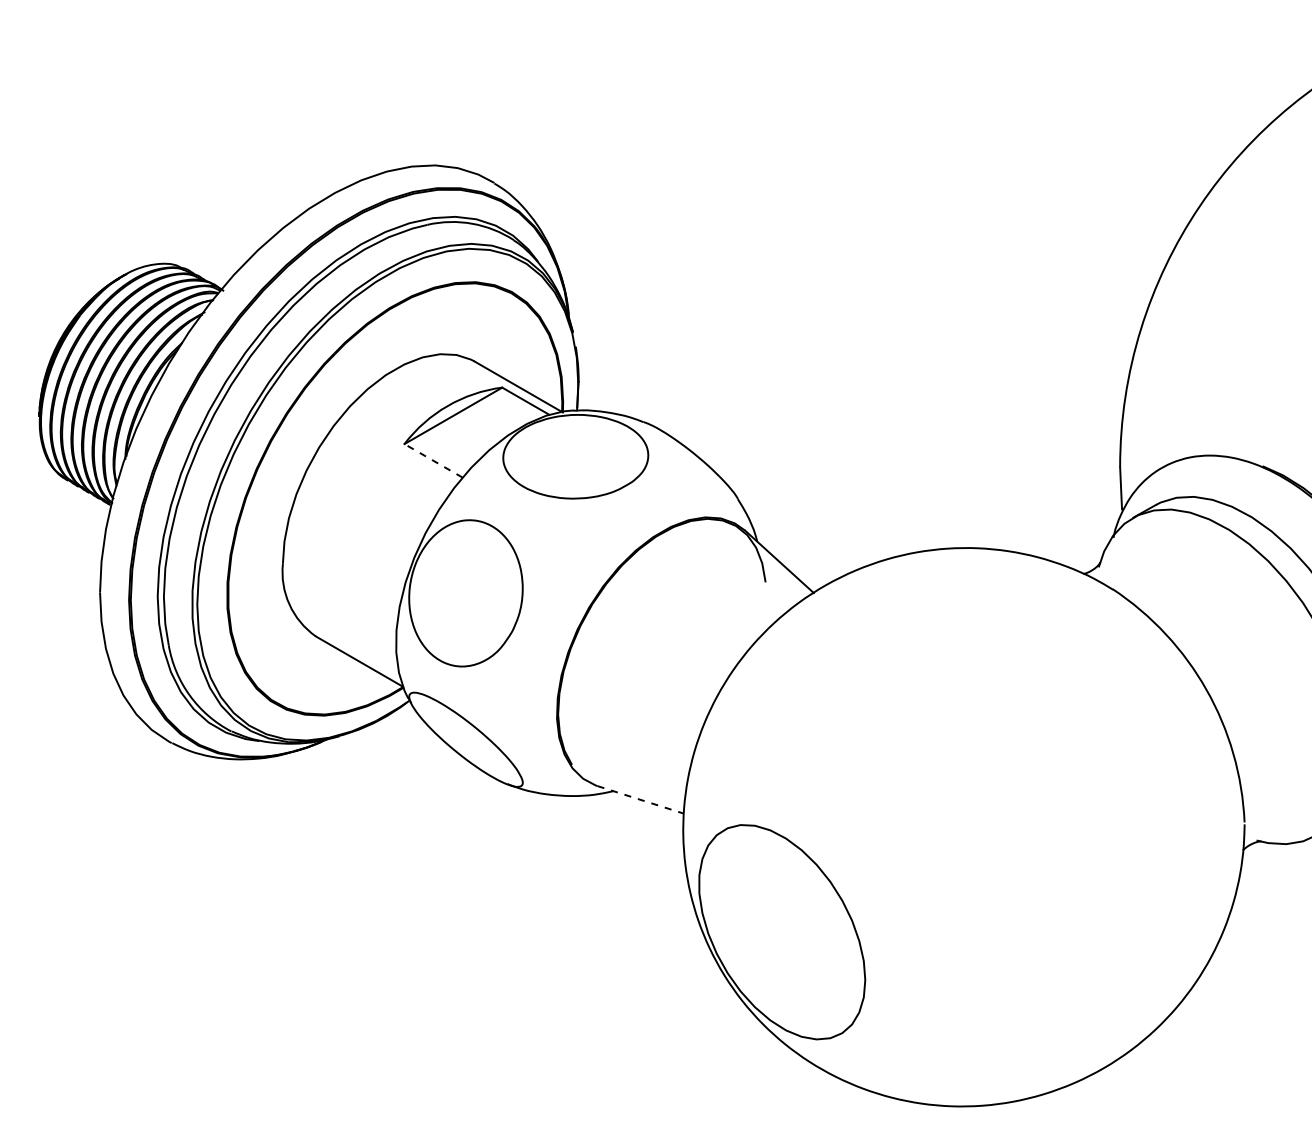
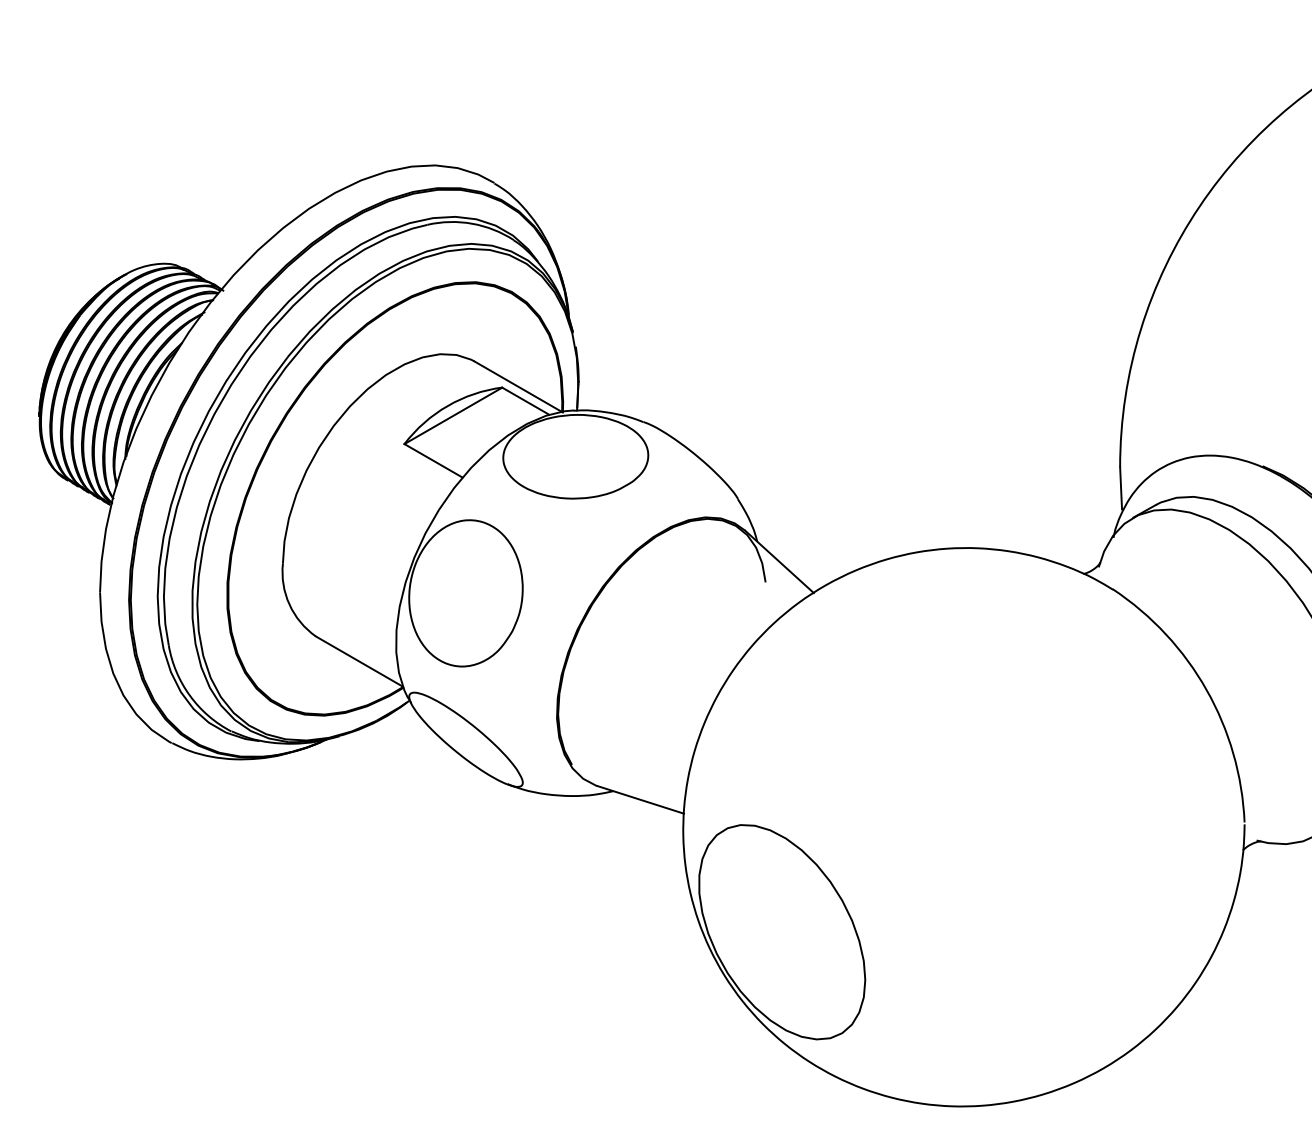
line at (433, 460): dashed -> solid
line at (641, 800): dashed -> solid
